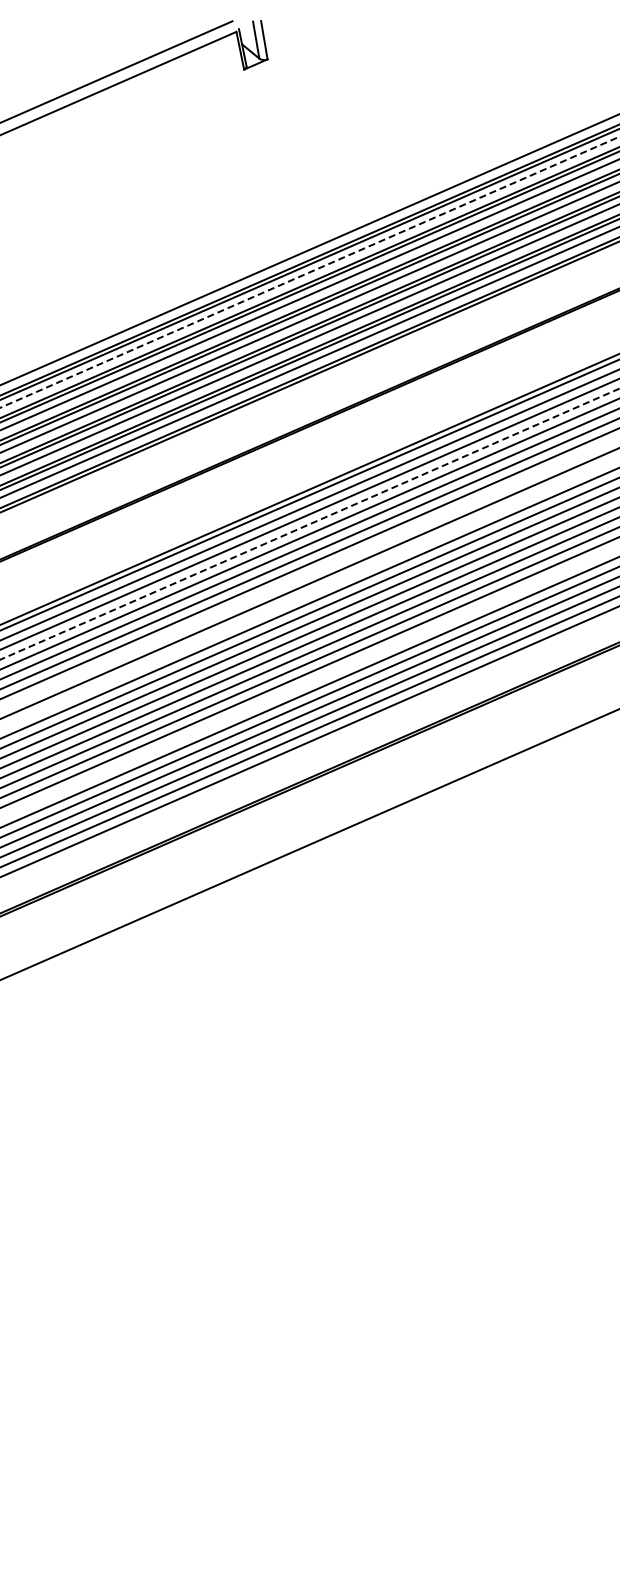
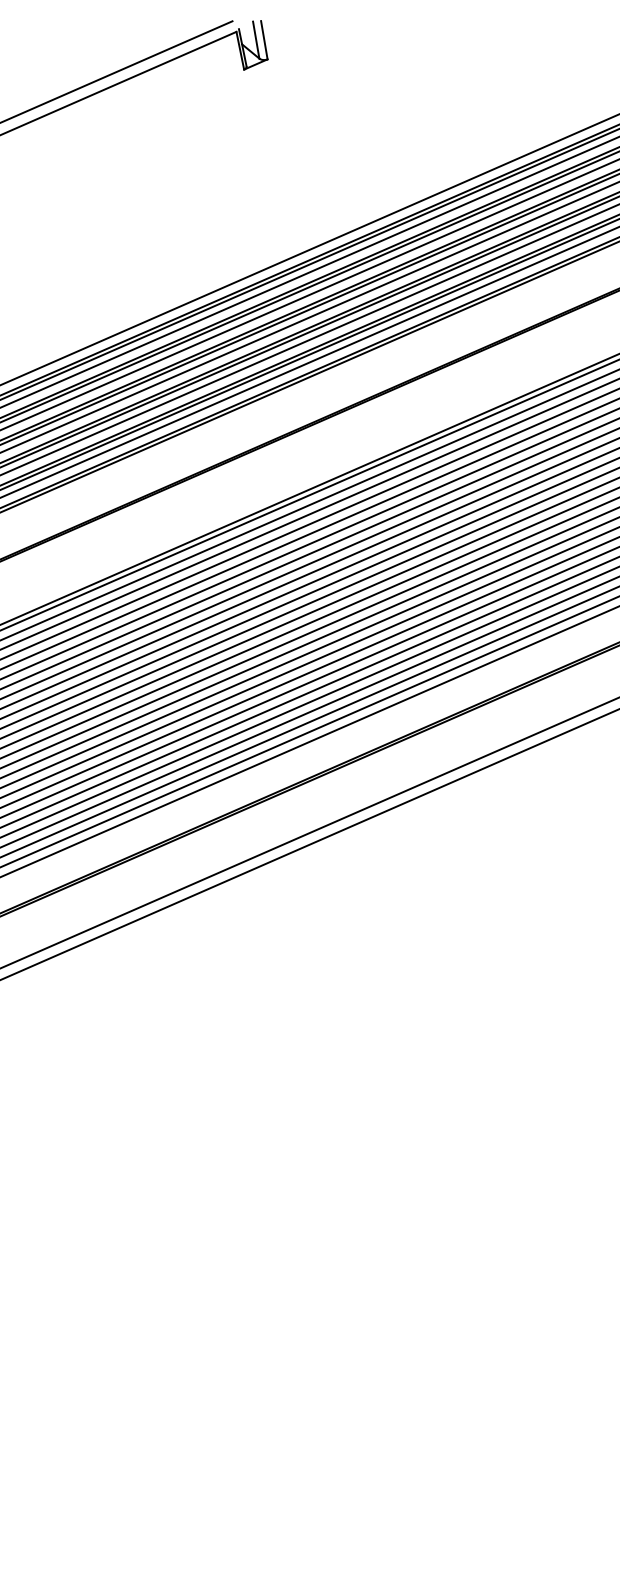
line at (309, 272): dashed -> solid
line at (310, 524): dashed -> solid
line at (309, 573): none -> present
line at (309, 593): none -> present
line at (309, 682): none -> present
line at (309, 832): none -> present
